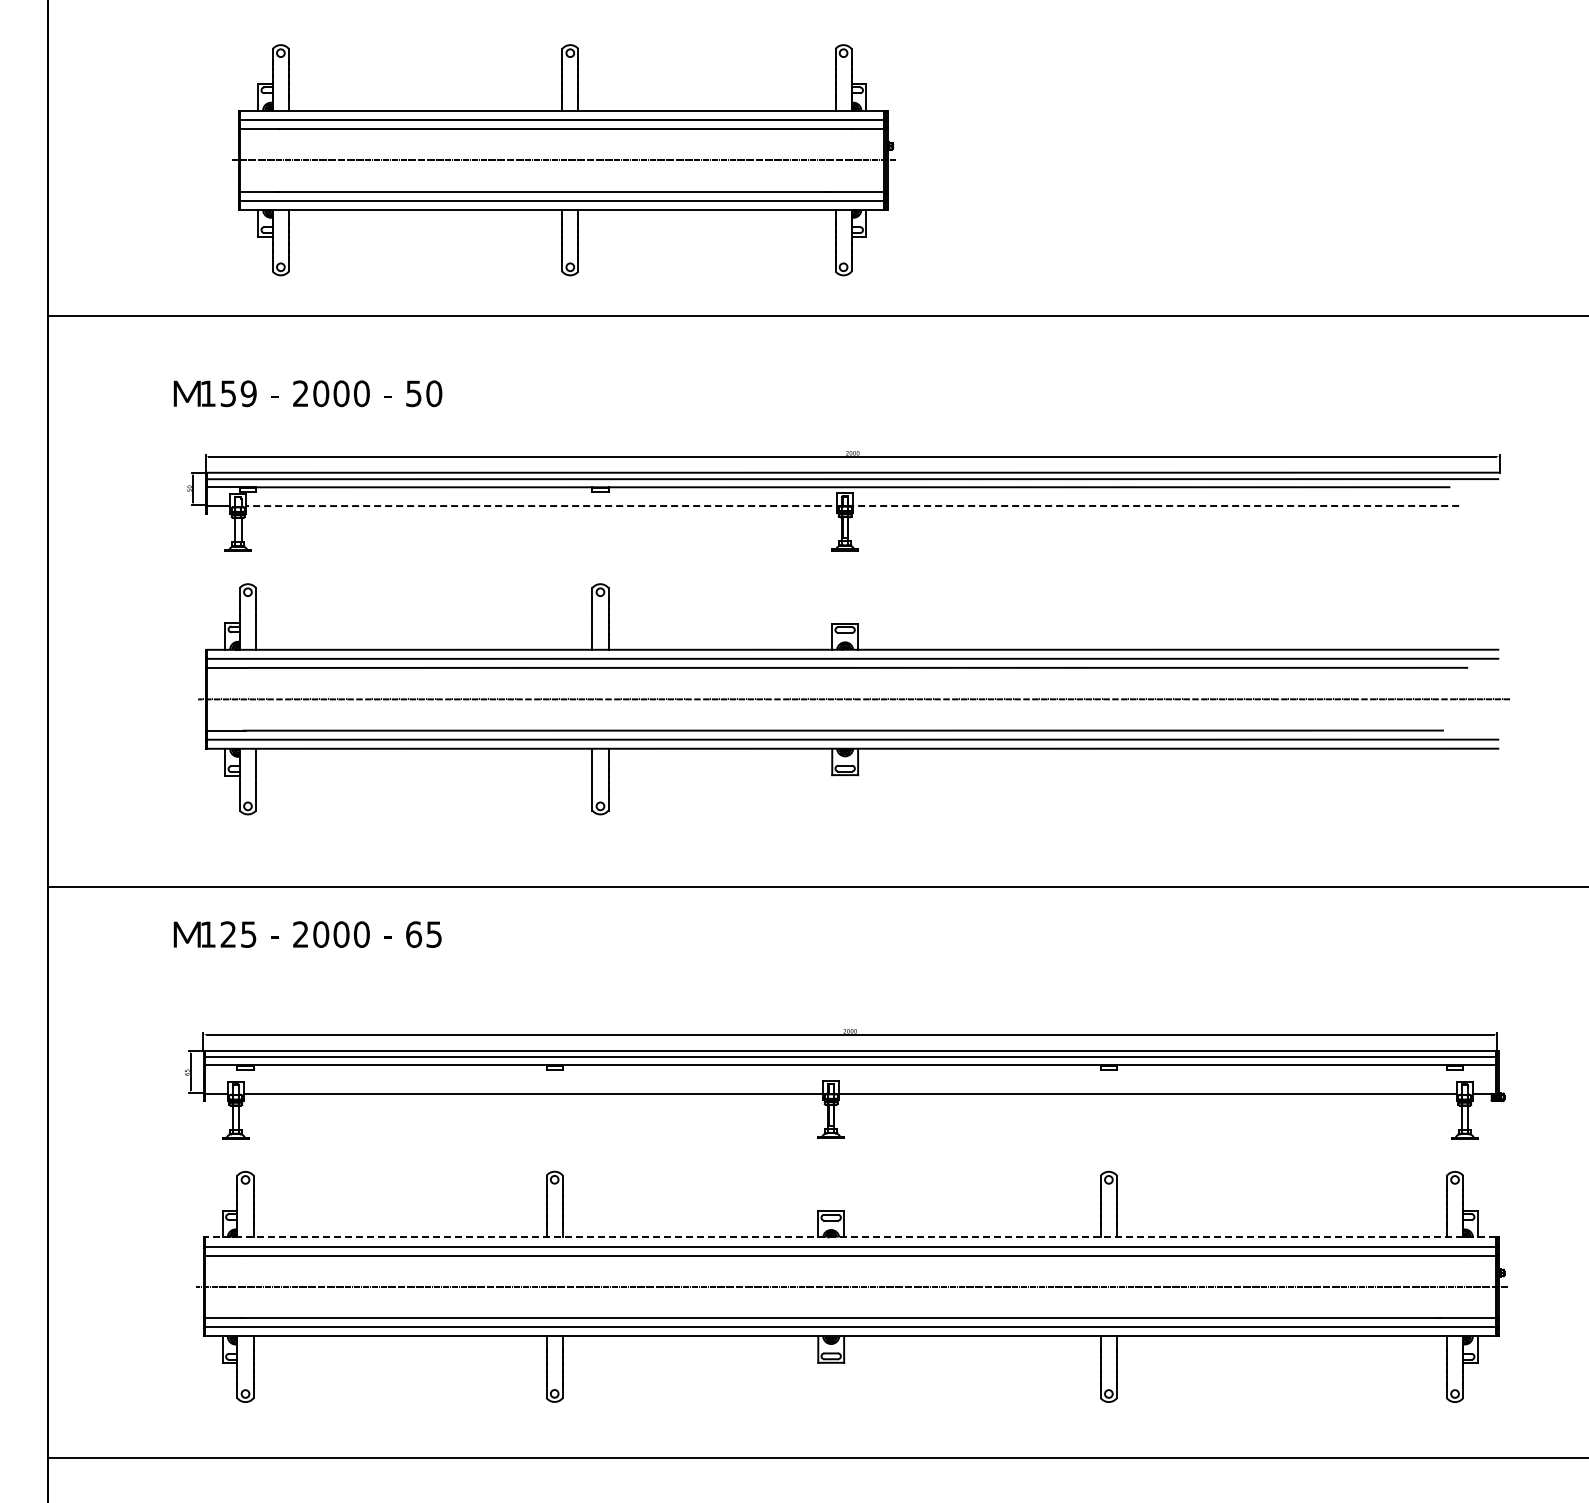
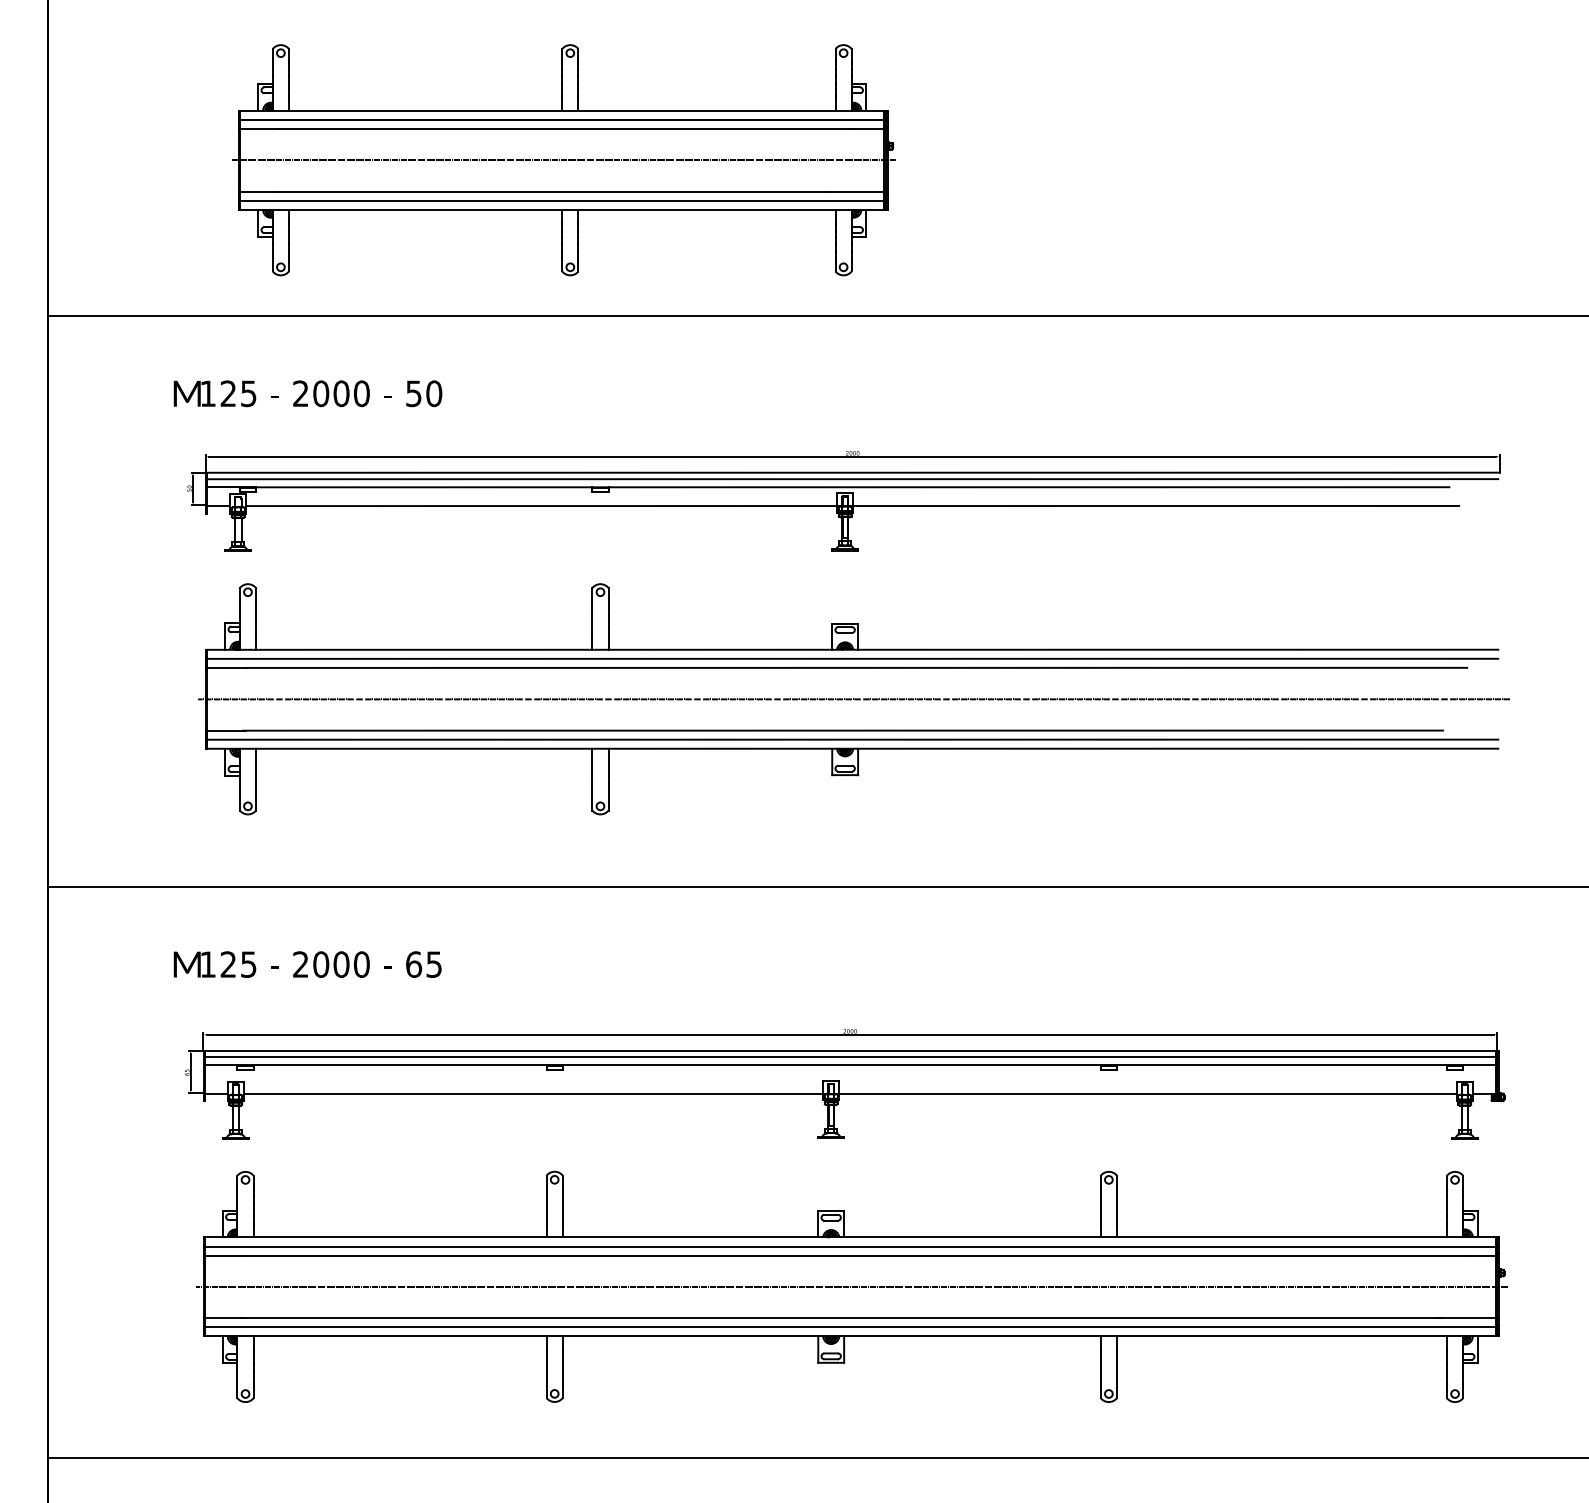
text at (238, 393): 159 -> 125
line at (852, 506): dashed -> solid
text at (307, 934) position: (307, 934) -> (307, 964)
line at (850, 1237): dashed -> solid
